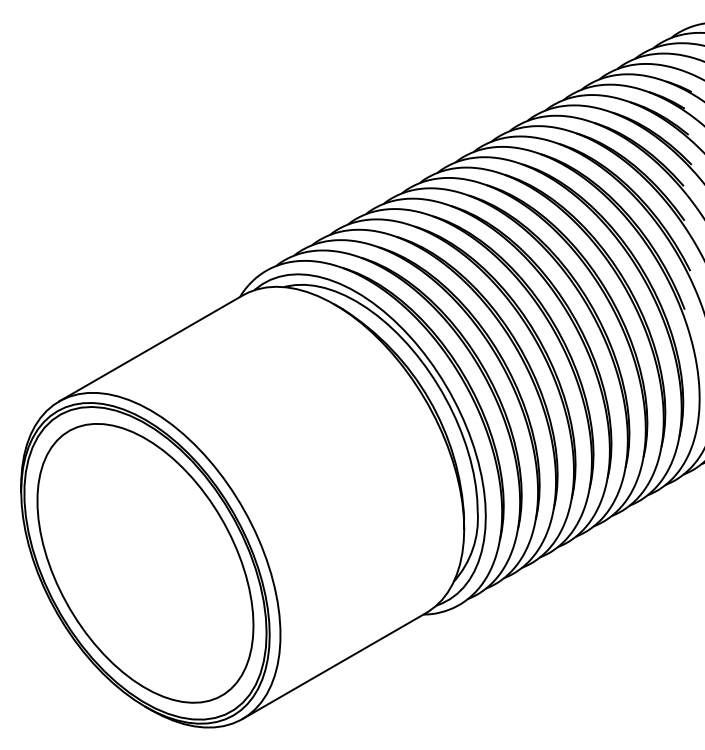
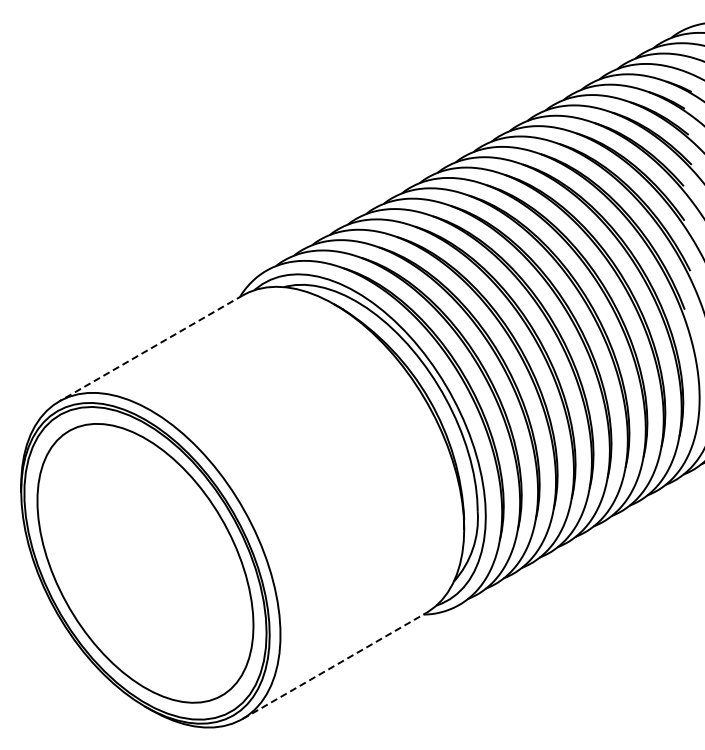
line at (150, 348): solid -> dashed
line at (334, 665): solid -> dashed
